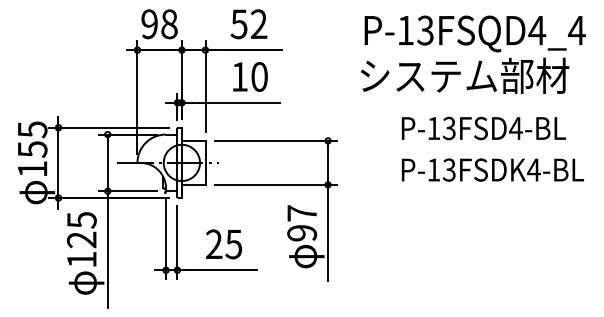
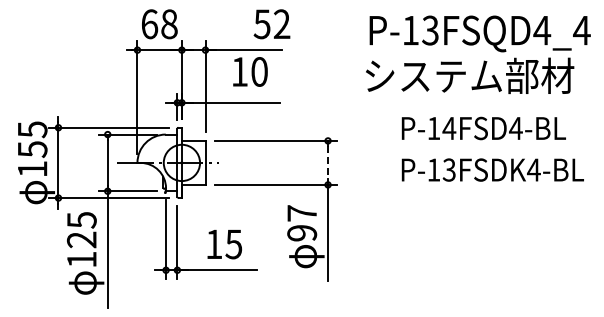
text at (149, 24): 98 -> 68
text at (248, 24) position: (248, 24) -> (271, 24)
text at (473, 54) position: (473, 54) -> (478, 54)
text at (250, 76) position: (250, 76) -> (250, 71)
text at (449, 128): P-13FSD4-BL -> P-14FSD4-BL
line at (328, 162): solid -> dashed
text at (214, 243): 25 -> 15
